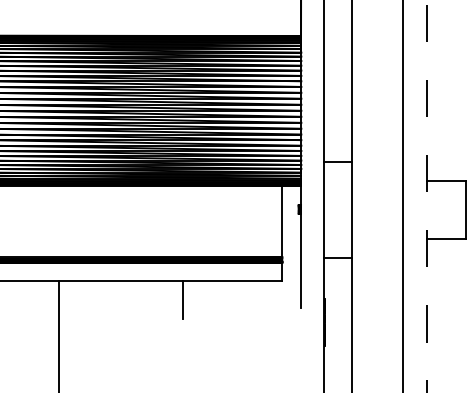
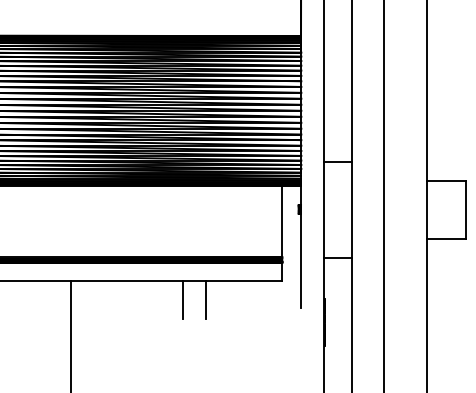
line at (403, 195) position: (403, 195) -> (384, 195)
line at (426, 196): dashed -> solid
line at (205, 299): none -> present
line at (58, 334) position: (58, 334) -> (70, 334)
